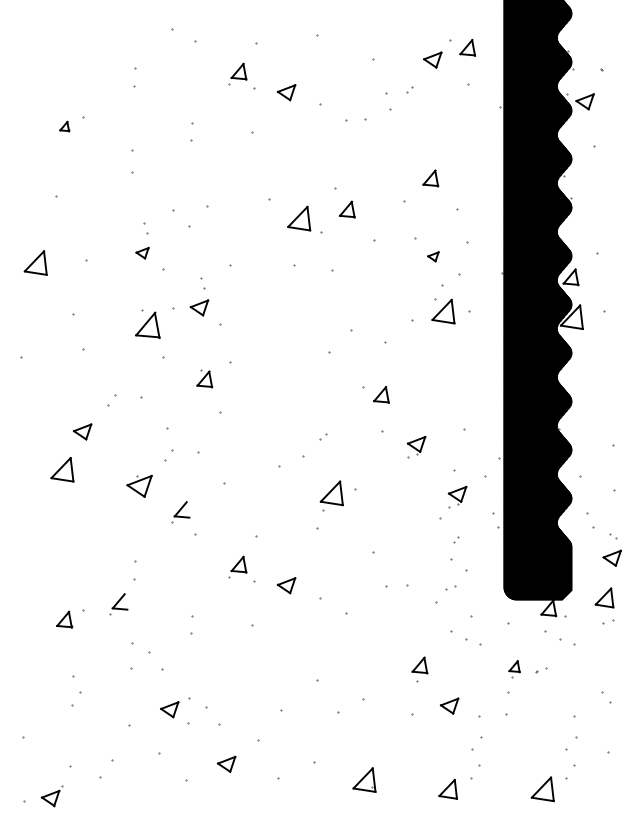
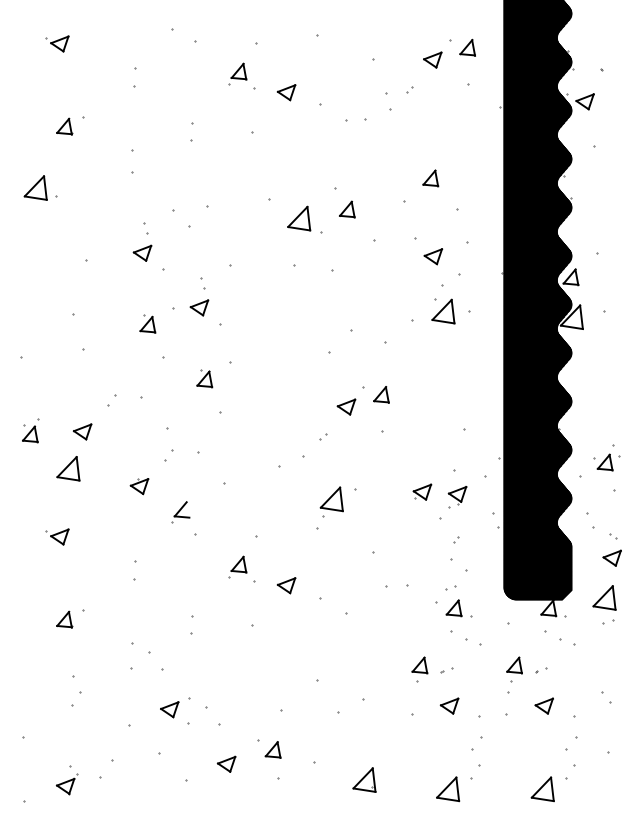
part at (57, 43): none -> present
part at (64, 126) size: 12x13 px -> 18x19 px
part at (142, 253) size: 15x13 px -> 21x18 px
part at (433, 256) size: 13x12 px -> 21x18 px
part at (35, 262) position: (35, 262) -> (35, 187)
part at (147, 323) size: 26x30 px -> 18x20 px
part at (346, 406): none -> present
part at (30, 430): none -> present
part at (416, 447): present -> none
part at (606, 462): none -> present
part at (62, 469) position: (62, 469) -> (68, 468)
part at (139, 485) size: 27x24 px -> 21x18 px
part at (422, 491): none -> present
part at (331, 495) position: (331, 495) -> (331, 501)
part at (57, 536): none -> present
part at (604, 597) size: 21x22 px -> 25x26 px
part at (118, 604): present -> none
part at (453, 608): none -> present
part at (514, 669) size: 13x19 px -> 17x27 px
part at (446, 670): none -> present
part at (543, 705): none -> present
part at (272, 749): none -> present
part at (447, 788) size: 20x22 px -> 25x27 px
part at (51, 796) position: (51, 796) -> (66, 784)
